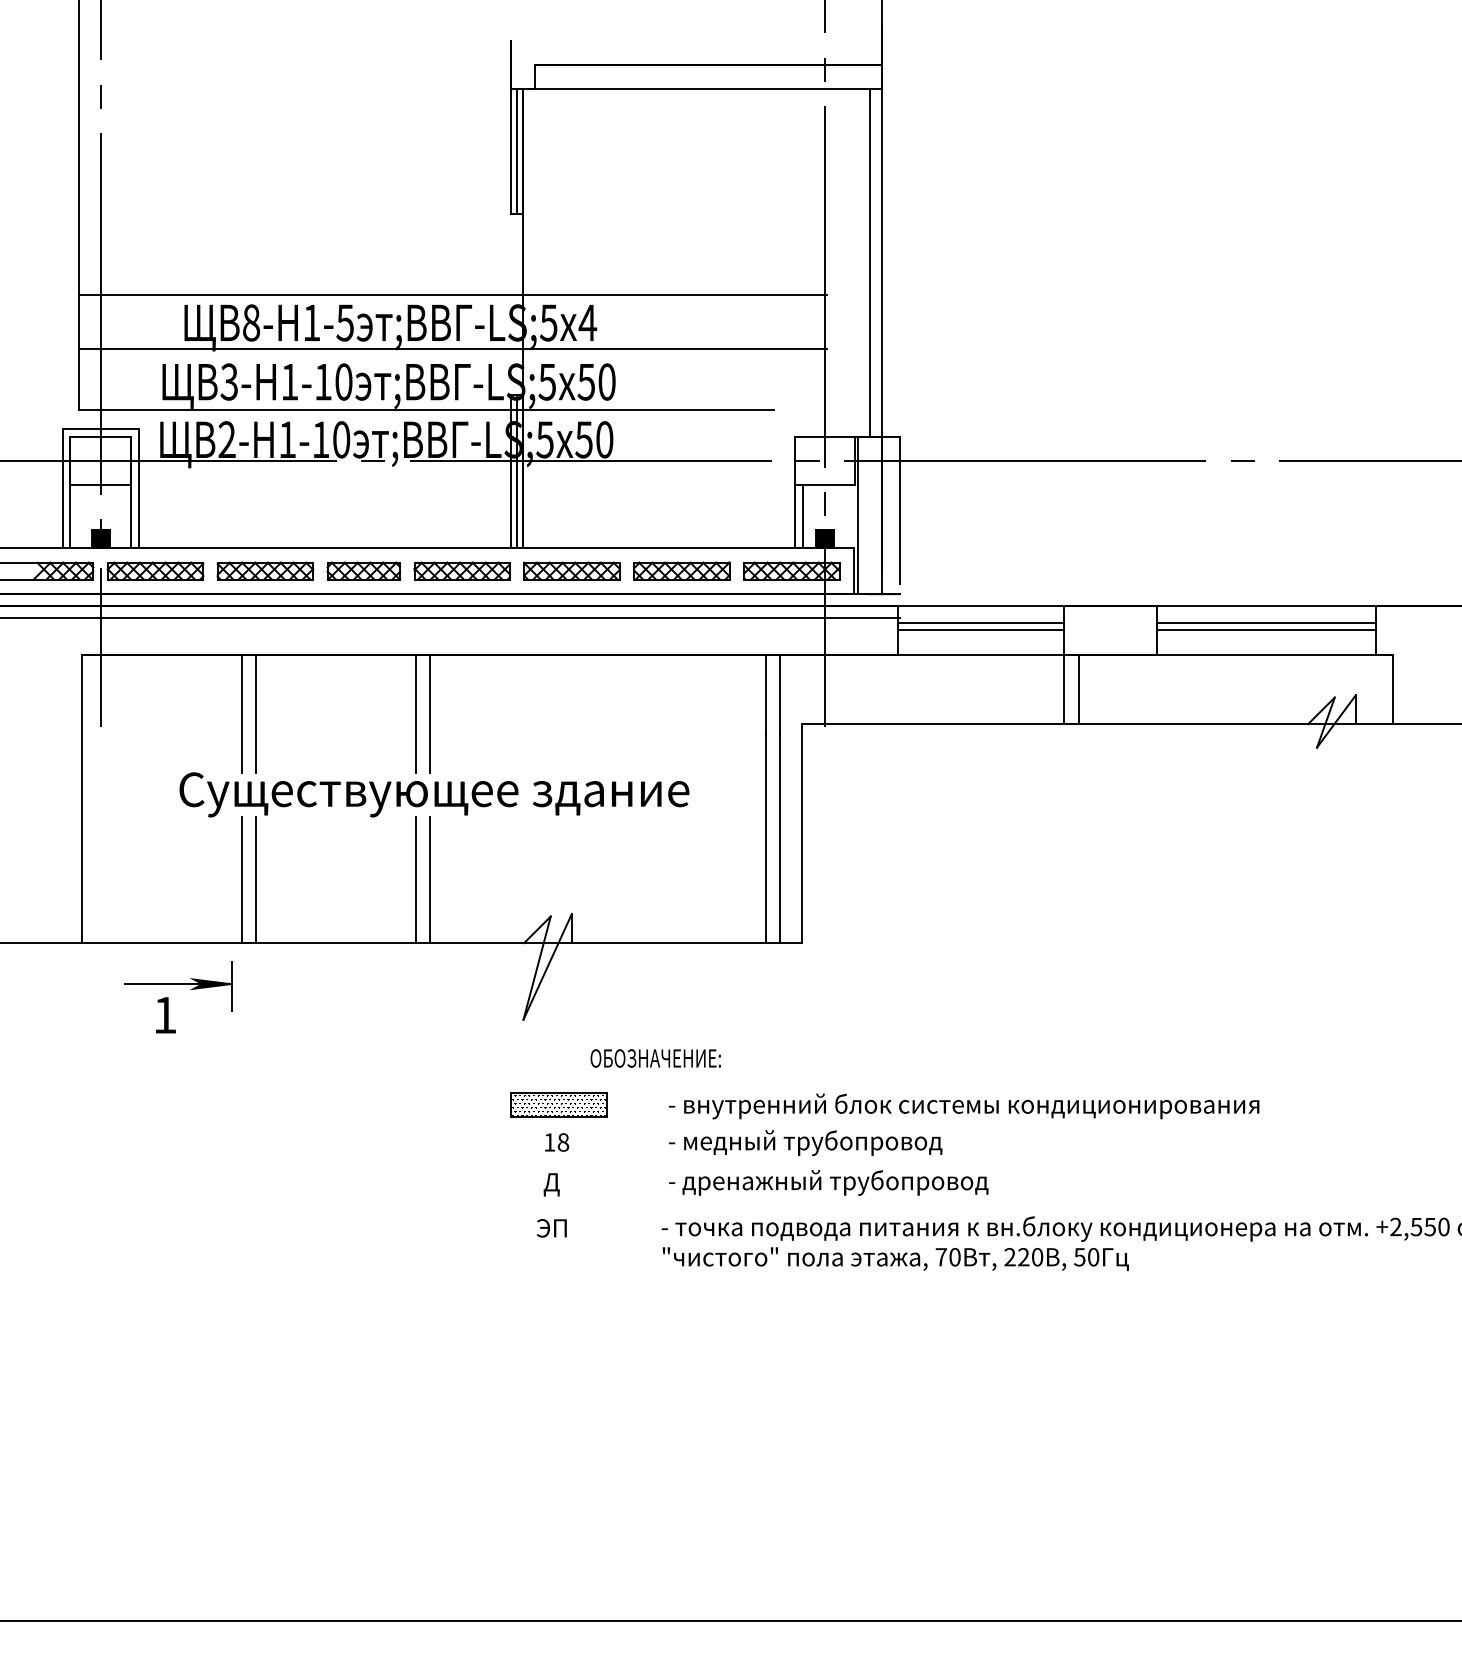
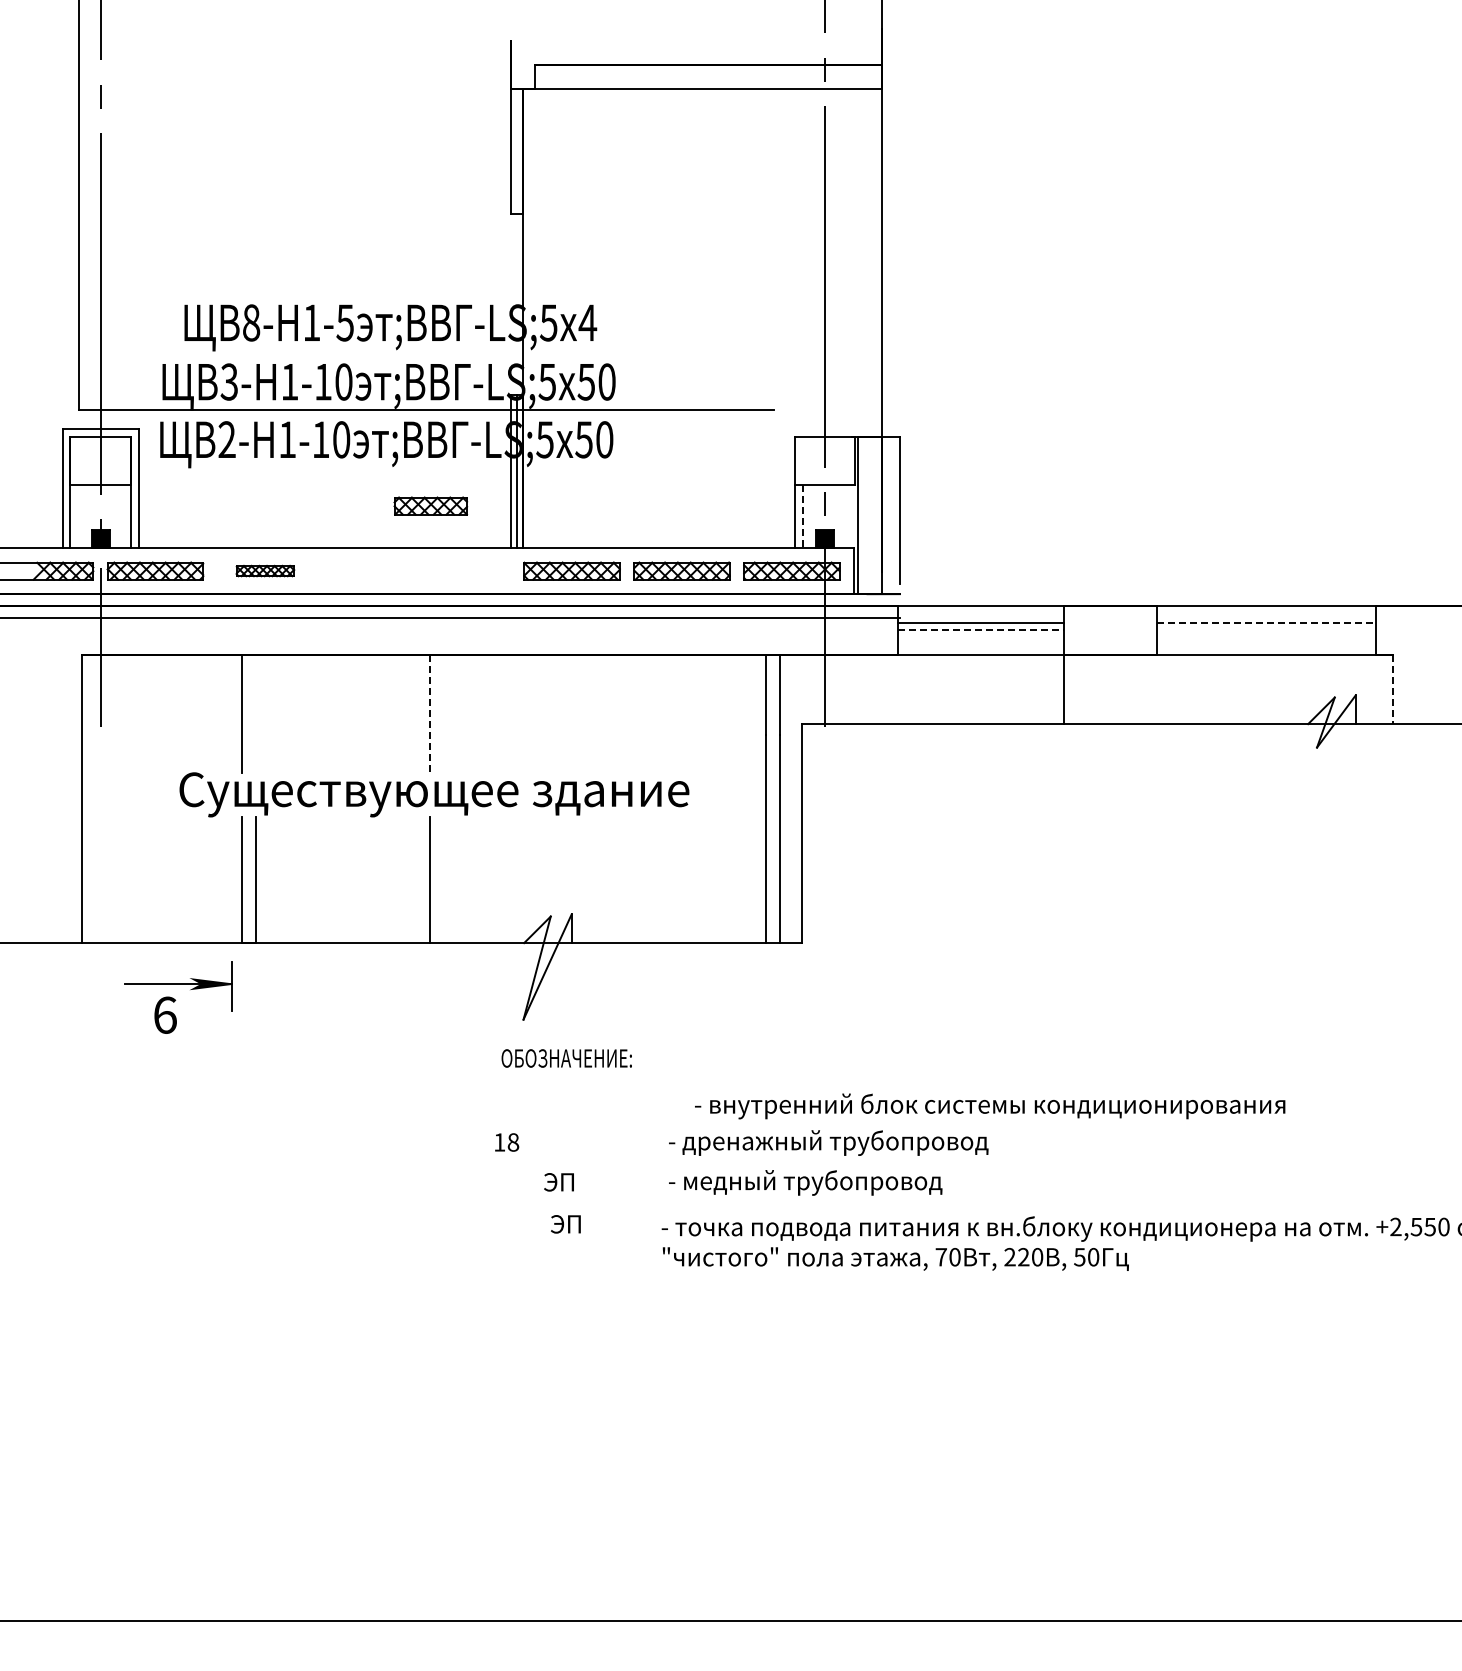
line at (517, 151): present -> none
line at (869, 263): present -> none
line at (453, 295): present -> none
line at (453, 349): present -> none
line at (730, 461): present -> none
line at (802, 517): solid -> dashed
part at (265, 570) size: 99x20 px -> 61x14 px
part at (363, 570) position: (363, 570) -> (430, 505)
part at (461, 570): present -> none
line at (1266, 623): solid -> dashed
line at (981, 630): solid -> dashed
line at (1266, 630): present -> none
line at (1078, 689): present -> none
line at (1392, 689): solid -> dashed
line at (256, 713): present -> none
line at (415, 713): present -> none
line at (430, 714): solid -> dashed
line at (415, 879): present -> none
text at (165, 1014): 1 -> 6
text at (655, 1058) position: (655, 1058) -> (566, 1058)
part at (558, 1104): present -> none
text at (964, 1106) position: (964, 1106) -> (990, 1106)
text at (557, 1142) position: (557, 1142) -> (507, 1142)
text at (835, 1142): - медный трубопровод -> - дренажный трубопровод
text at (835, 1182): - дренажный трубопровод -> - медный трубопровод
text at (558, 1184): Д -> ЭП
text at (551, 1228) position: (551, 1228) -> (565, 1224)
